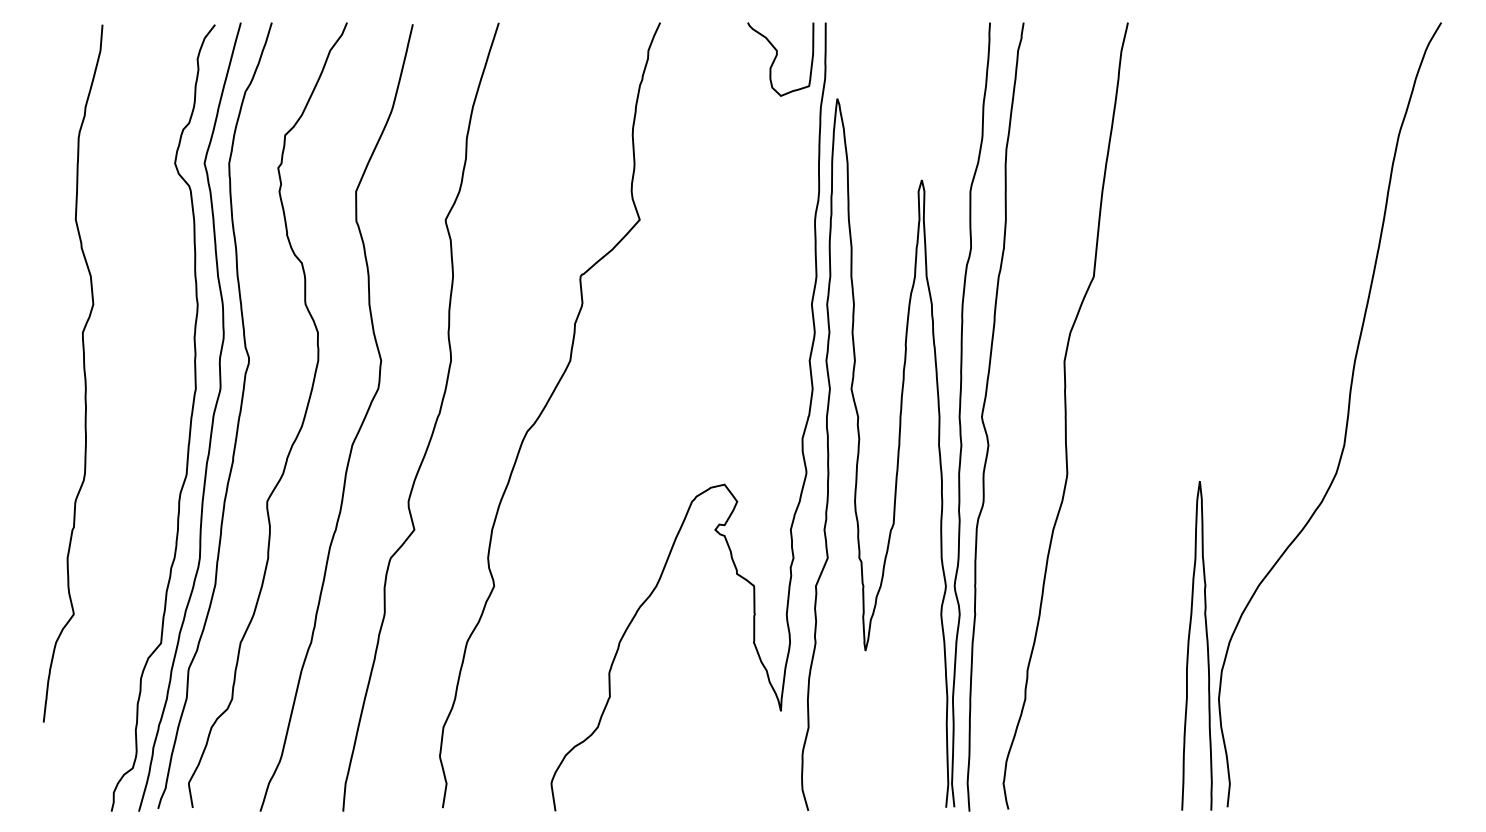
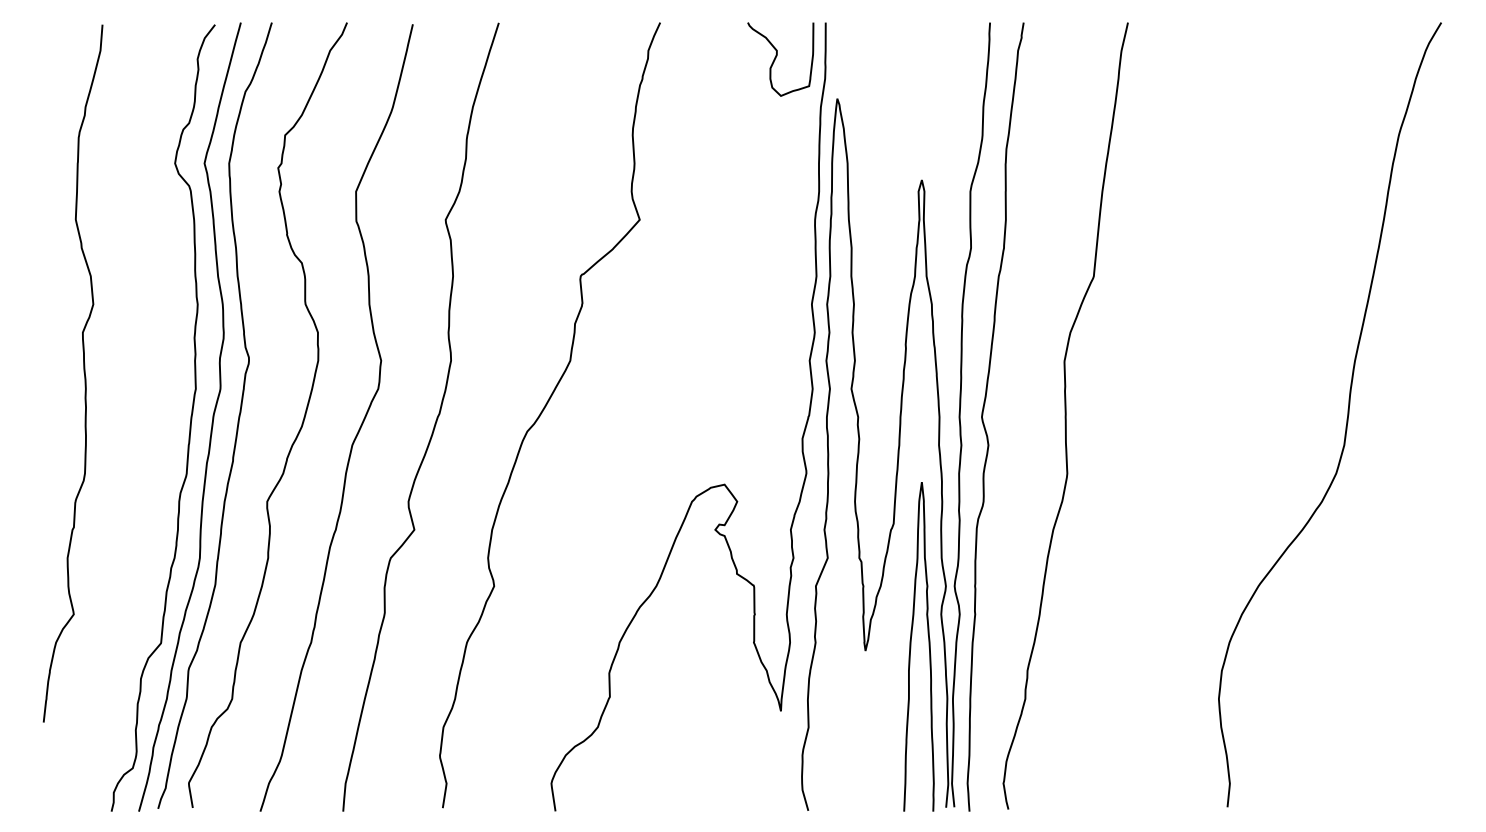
curve at (1189, 645) position: (1189, 645) -> (911, 646)
